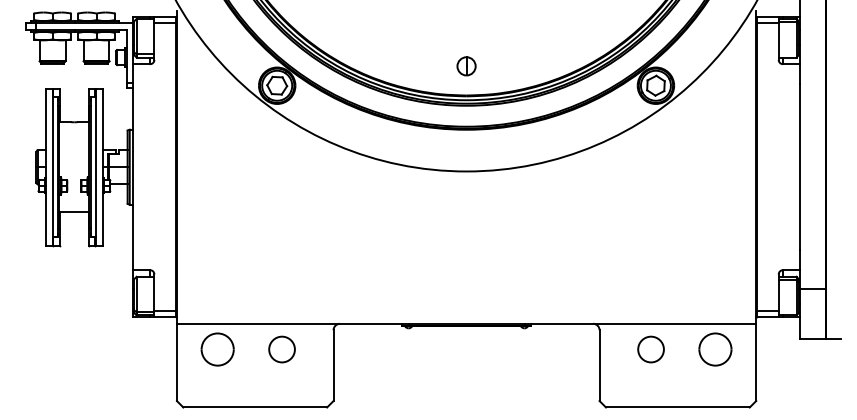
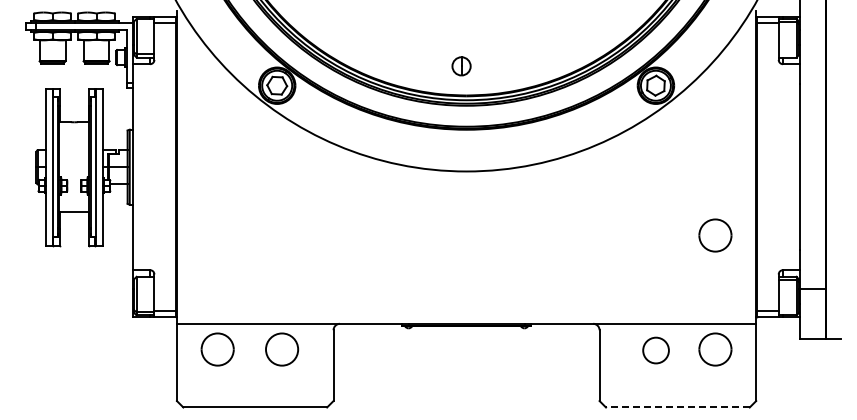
part at (466, 66) position: (466, 66) -> (461, 66)
part at (715, 235): none -> present
circle at (281, 349) size: 28x29 px -> 35x35 px
circle at (650, 349) position: (650, 349) -> (655, 350)
line at (677, 407): solid -> dashed
